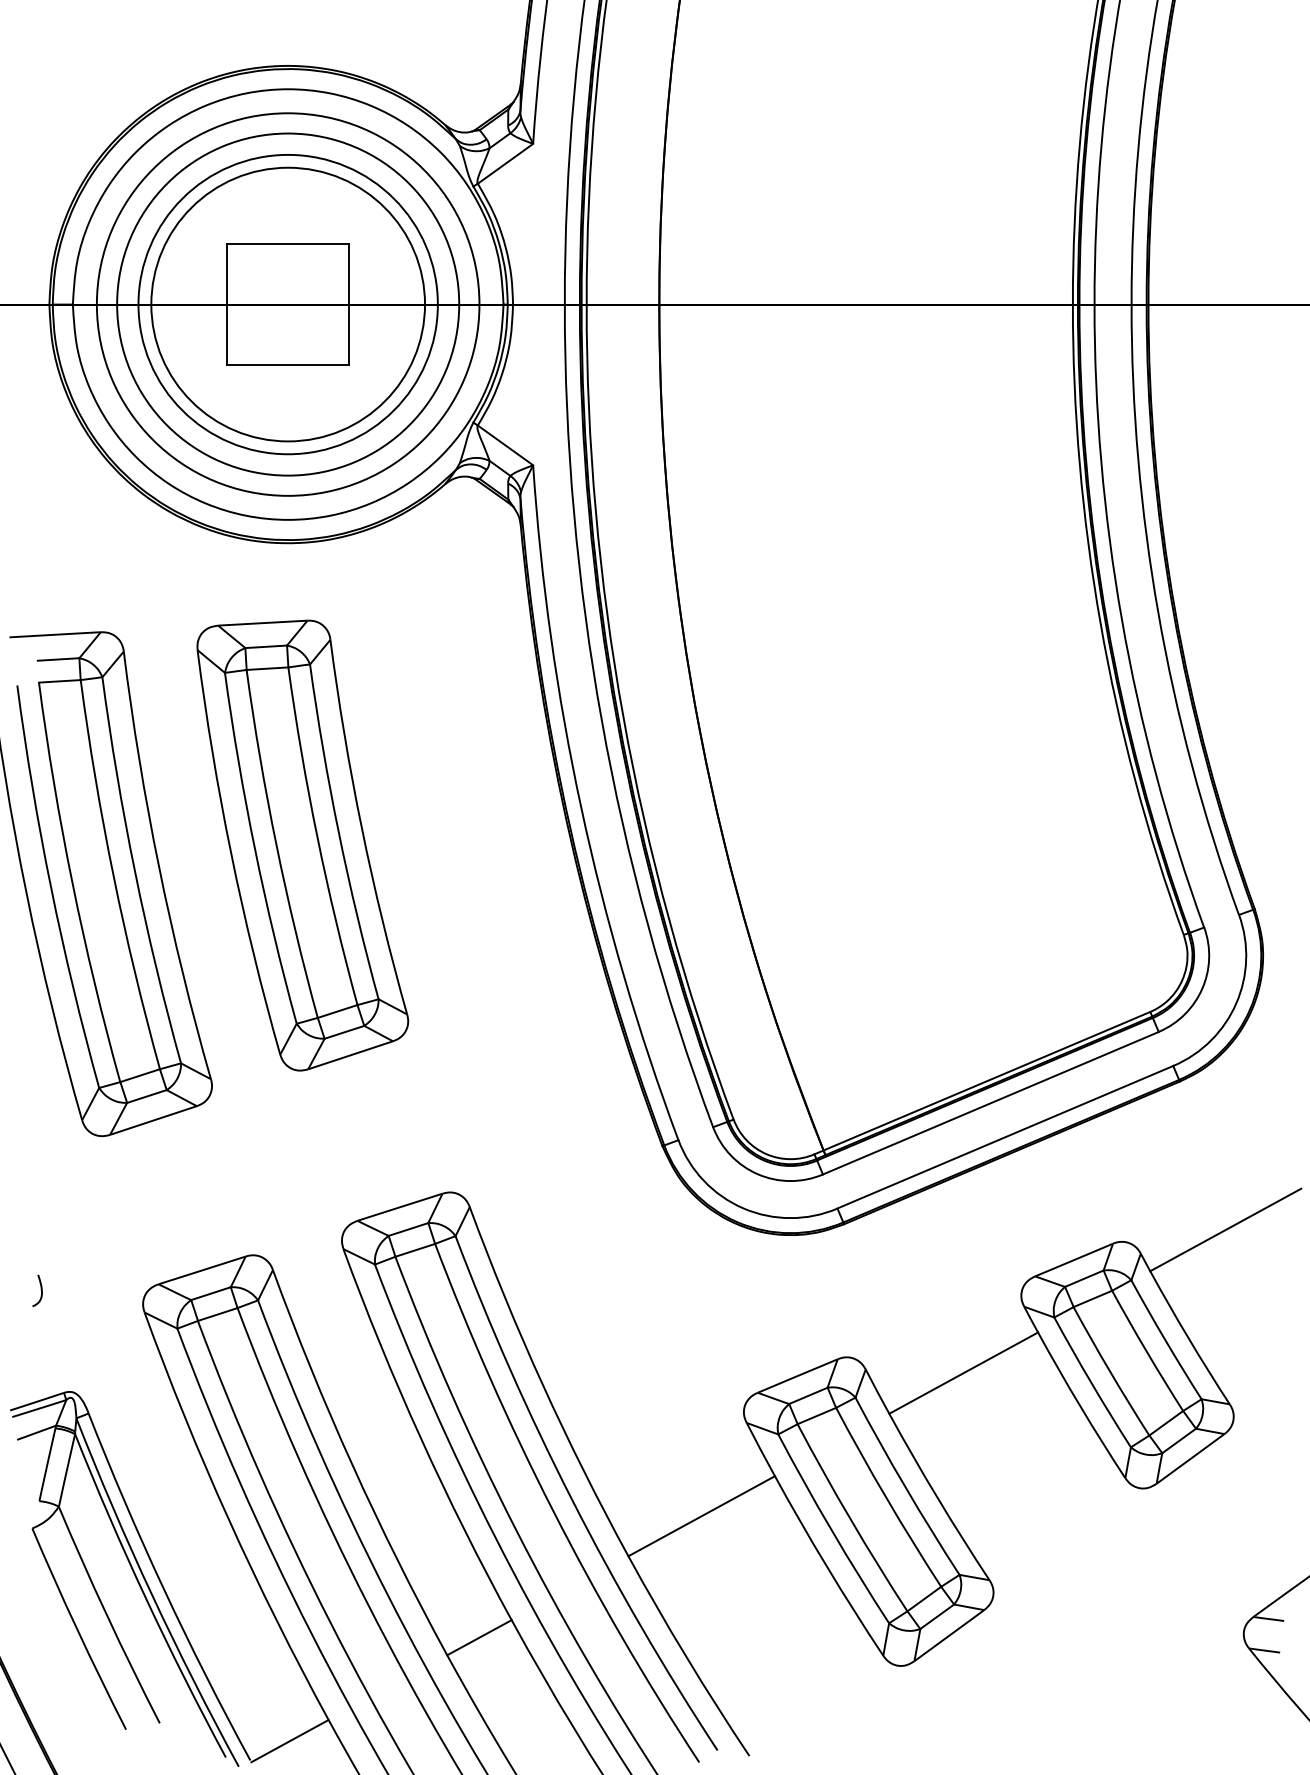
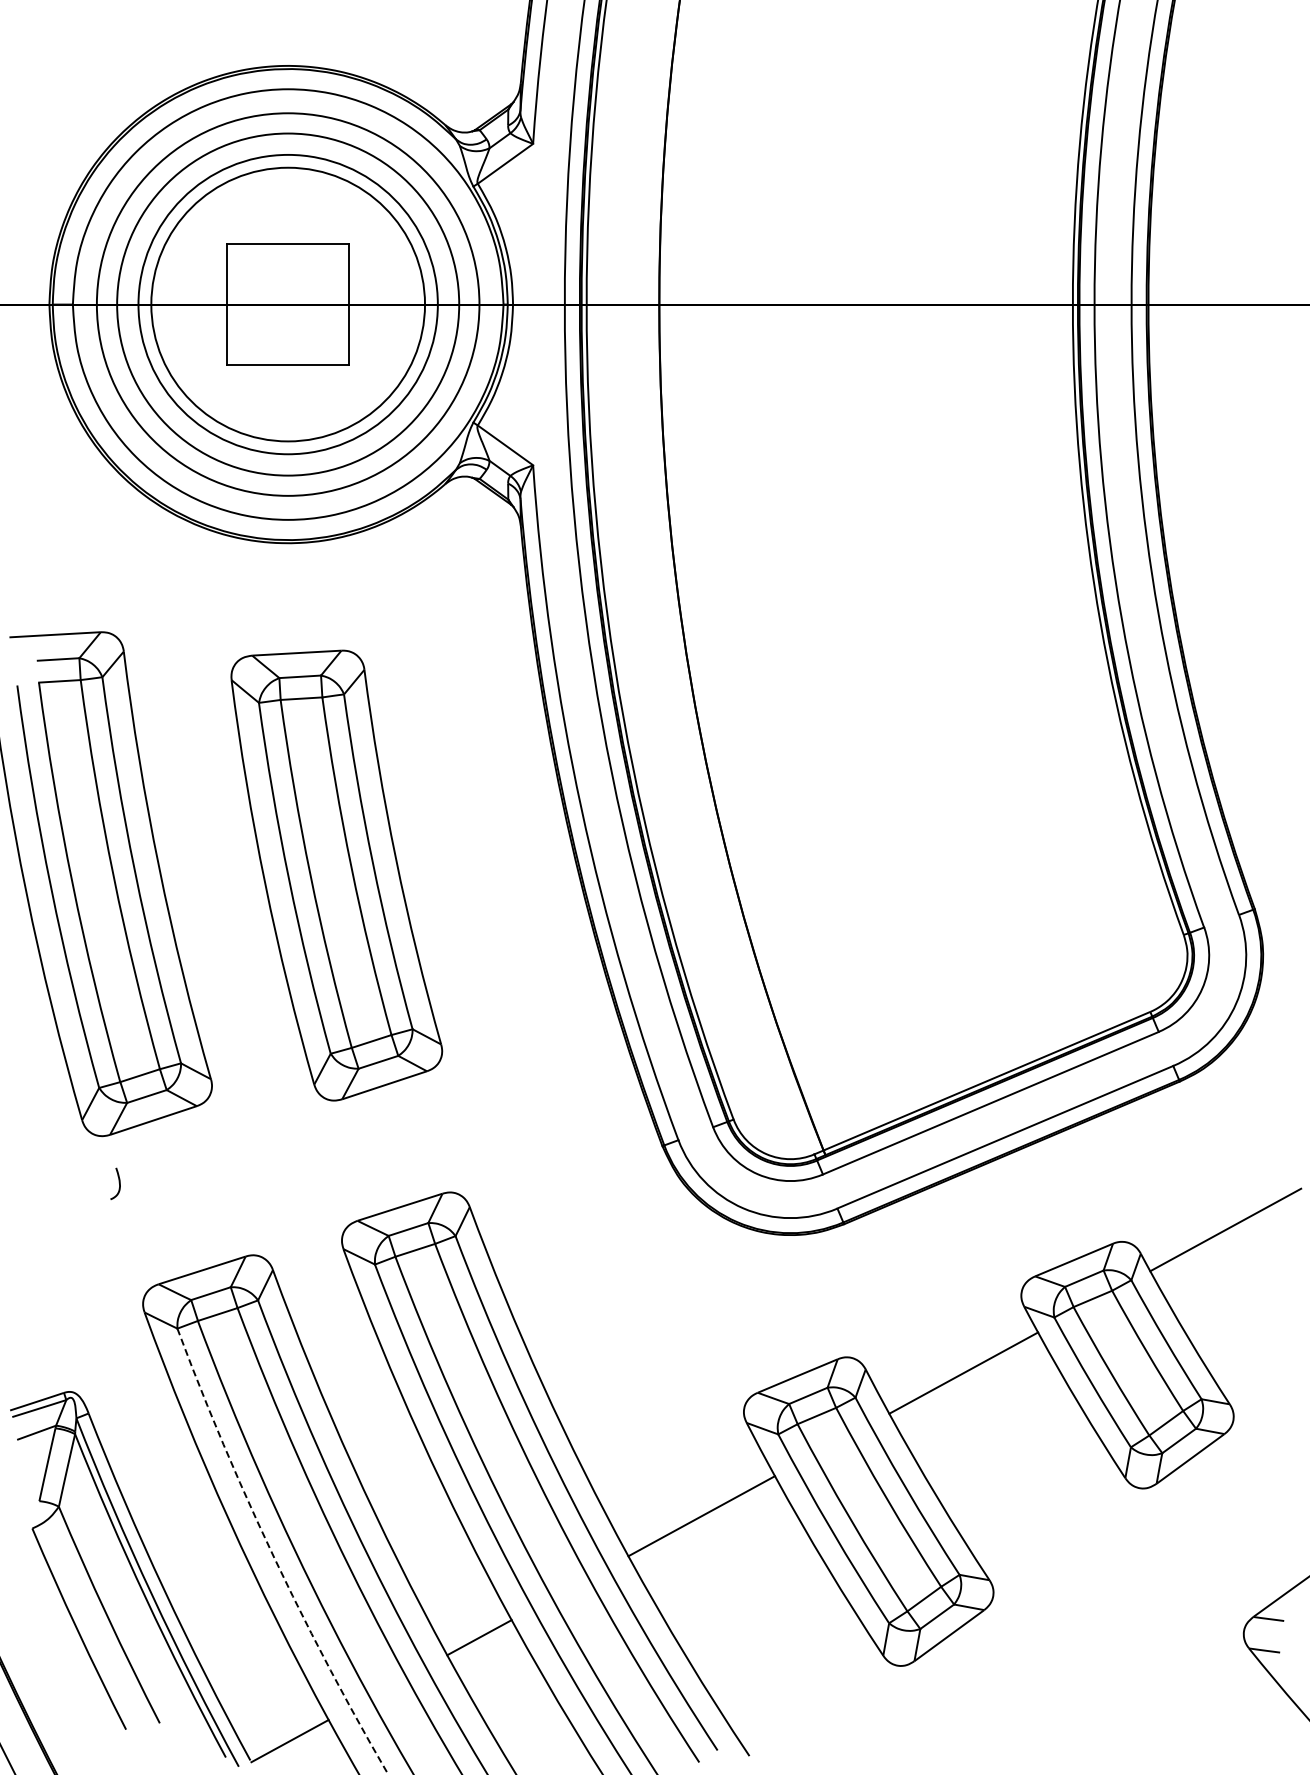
part at (302, 845) position: (302, 845) -> (336, 875)
curve at (40, 1289) position: (40, 1289) -> (118, 1182)
arc at (273, 1556): solid -> dashed
